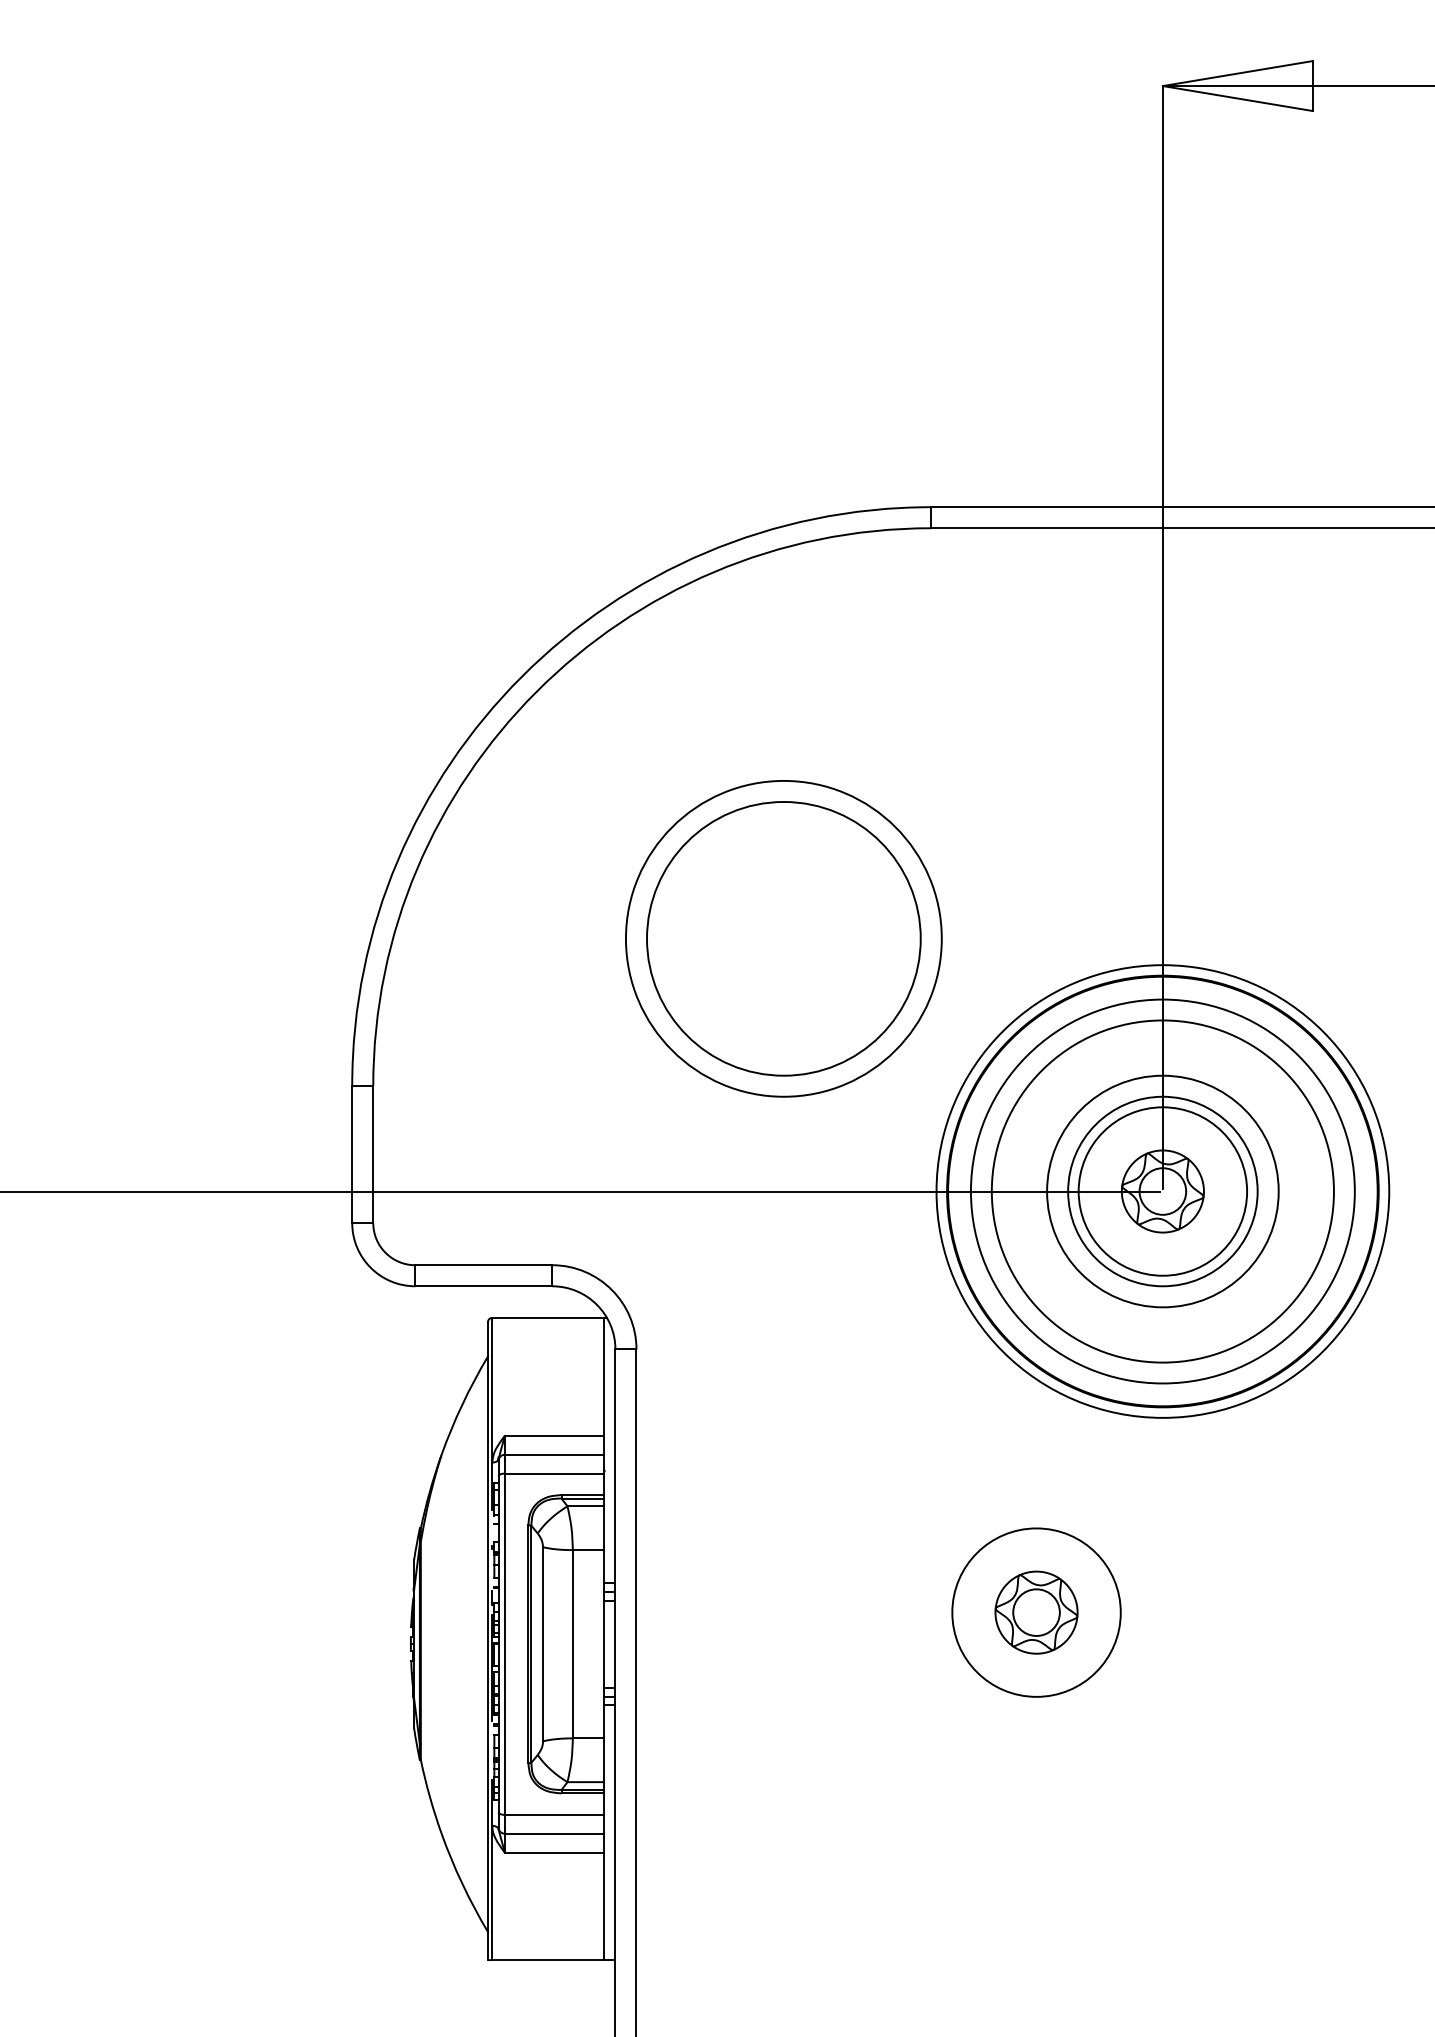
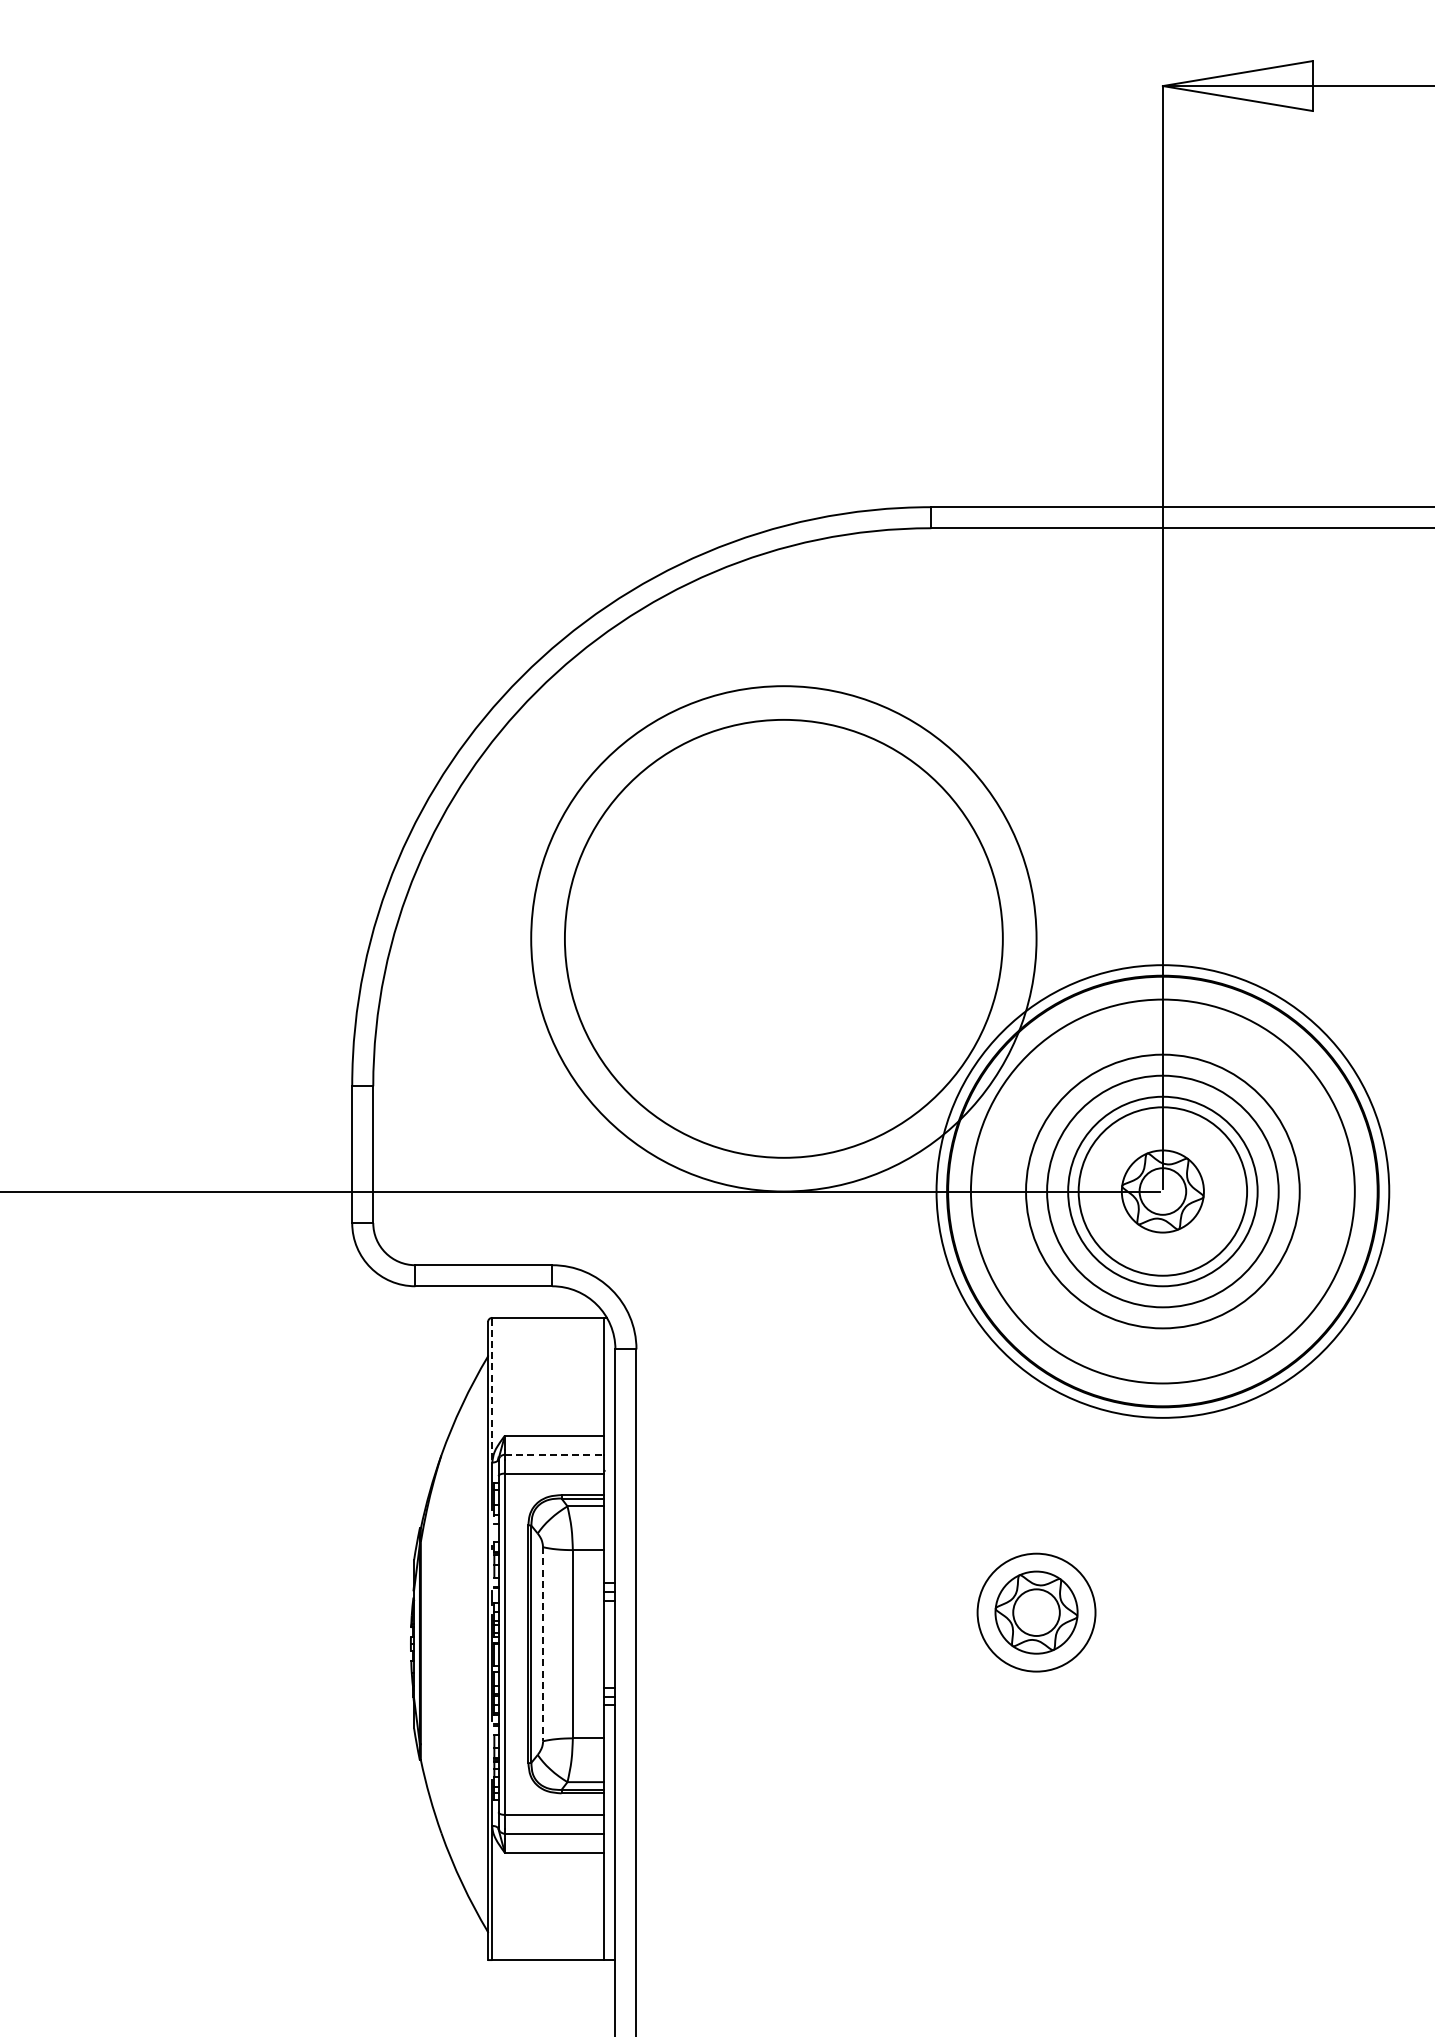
circle at (783, 938) diameter: 274 px -> 438 px
circle at (783, 938) diameter: 316 px -> 505 px
circle at (1162, 1191) diameter: 342 px -> 274 px
line at (492, 1390): solid -> dashed
line at (554, 1454): solid -> dashed
circle at (1036, 1612) diameter: 168 px -> 118 px
line at (543, 1644): solid -> dashed
